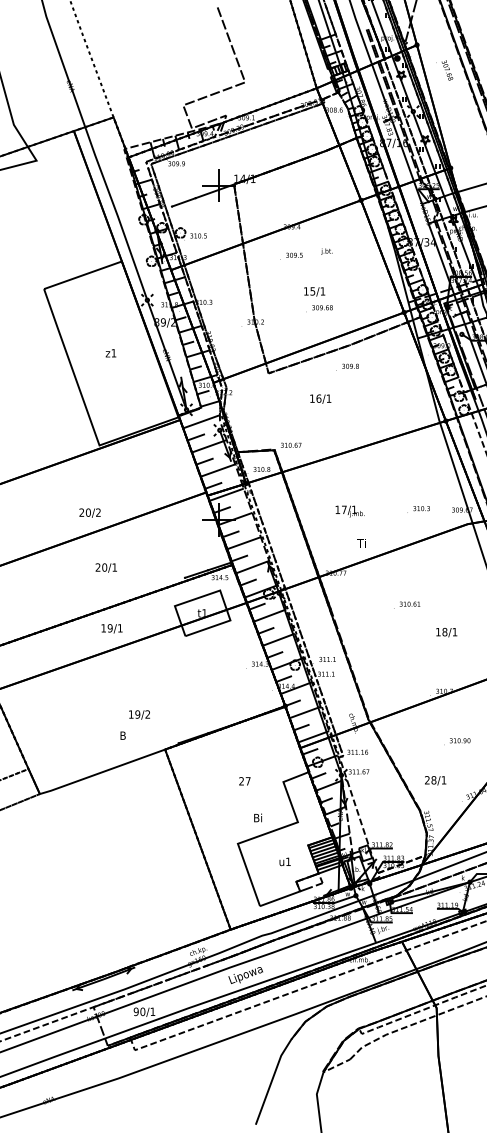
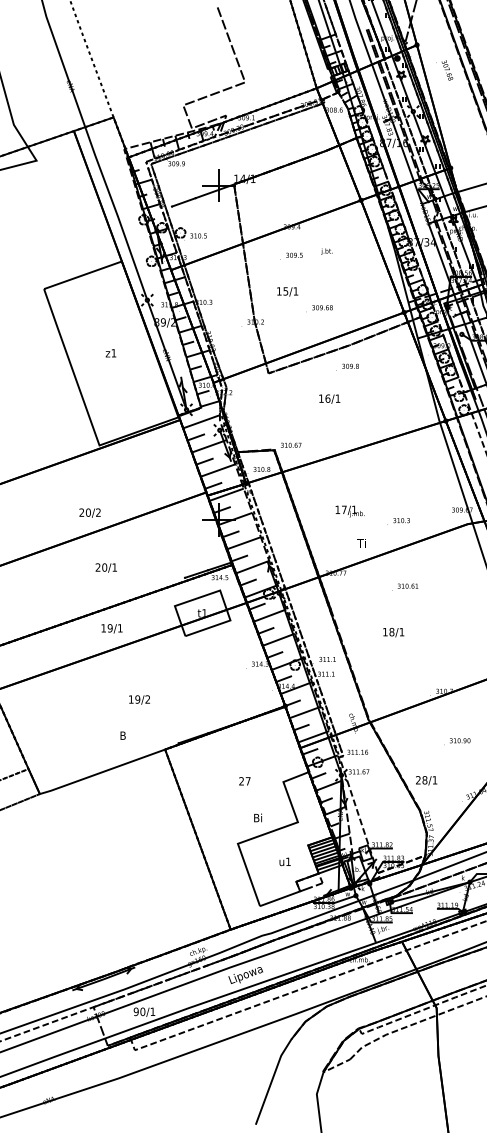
text at (314, 291) position: (314, 291) -> (287, 291)
text at (320, 398) position: (320, 398) -> (329, 398)
text at (418, 509) position: (418, 509) -> (398, 521)
text at (407, 604) position: (407, 604) -> (405, 586)
text at (446, 632) position: (446, 632) -> (393, 632)
text at (139, 714) position: (139, 714) -> (139, 699)
text at (435, 780) position: (435, 780) -> (426, 780)
